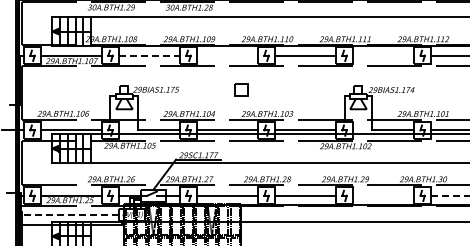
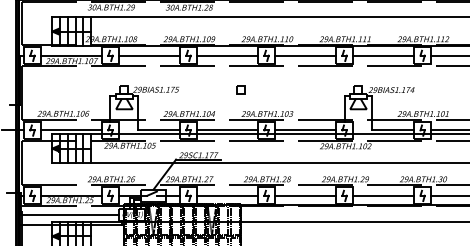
line at (149, 55): dashed -> solid
line at (227, 55): none -> present
line at (383, 55): none -> present
part at (241, 89) size: 15x14 px -> 10x10 px
line at (383, 195): none -> present
line at (450, 195): dashed -> solid
line at (69, 214): dashed -> solid
